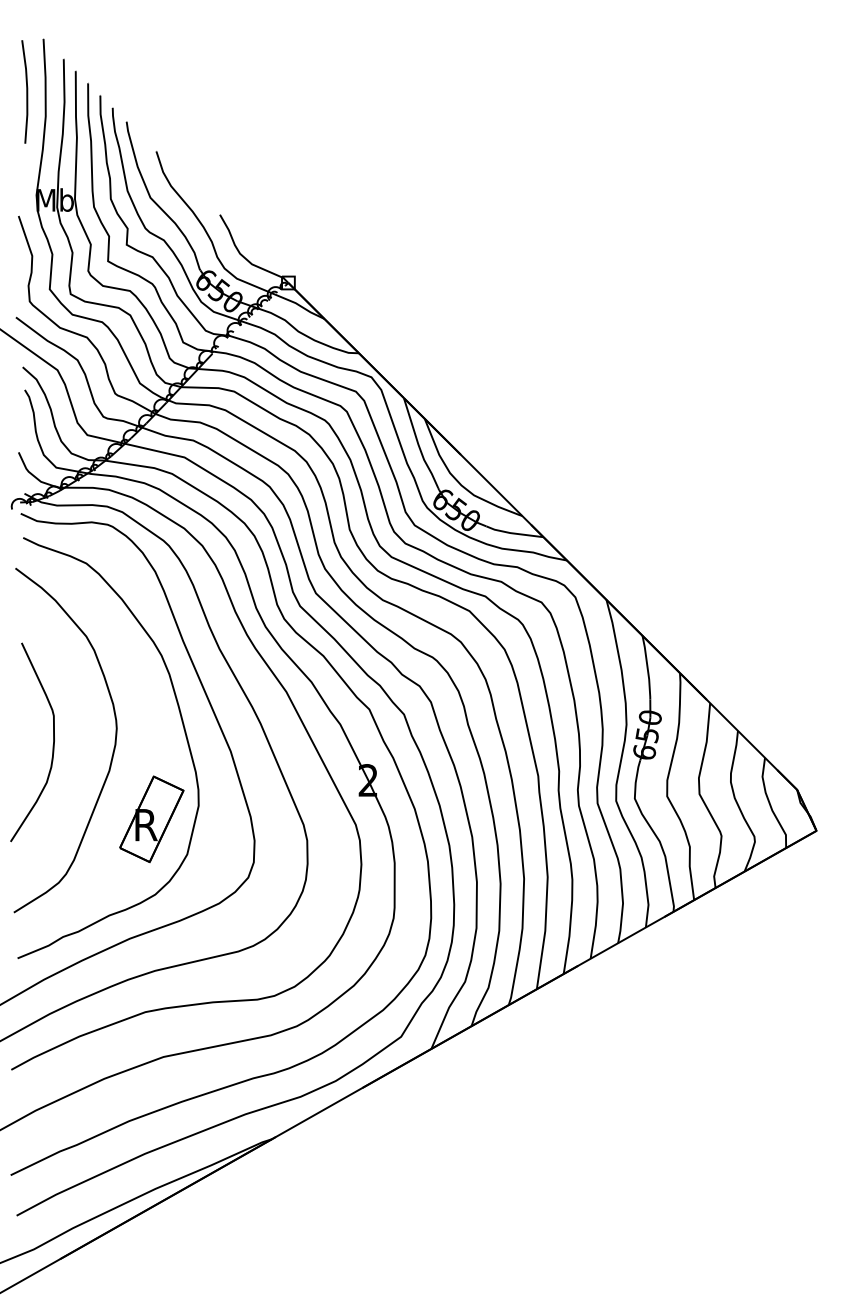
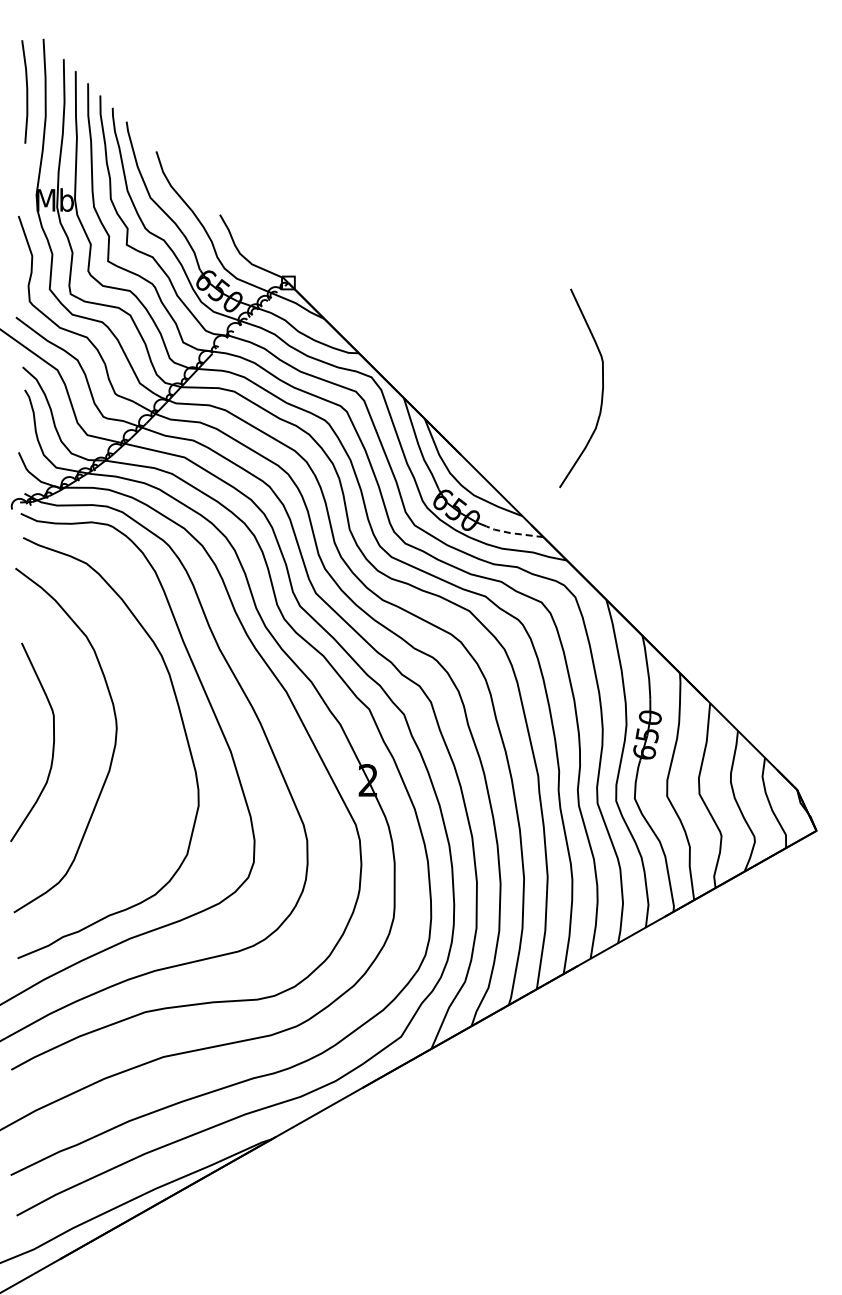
curve at (601, 391): none -> present
line at (513, 533): solid -> dashed
part at (151, 818): present -> none
